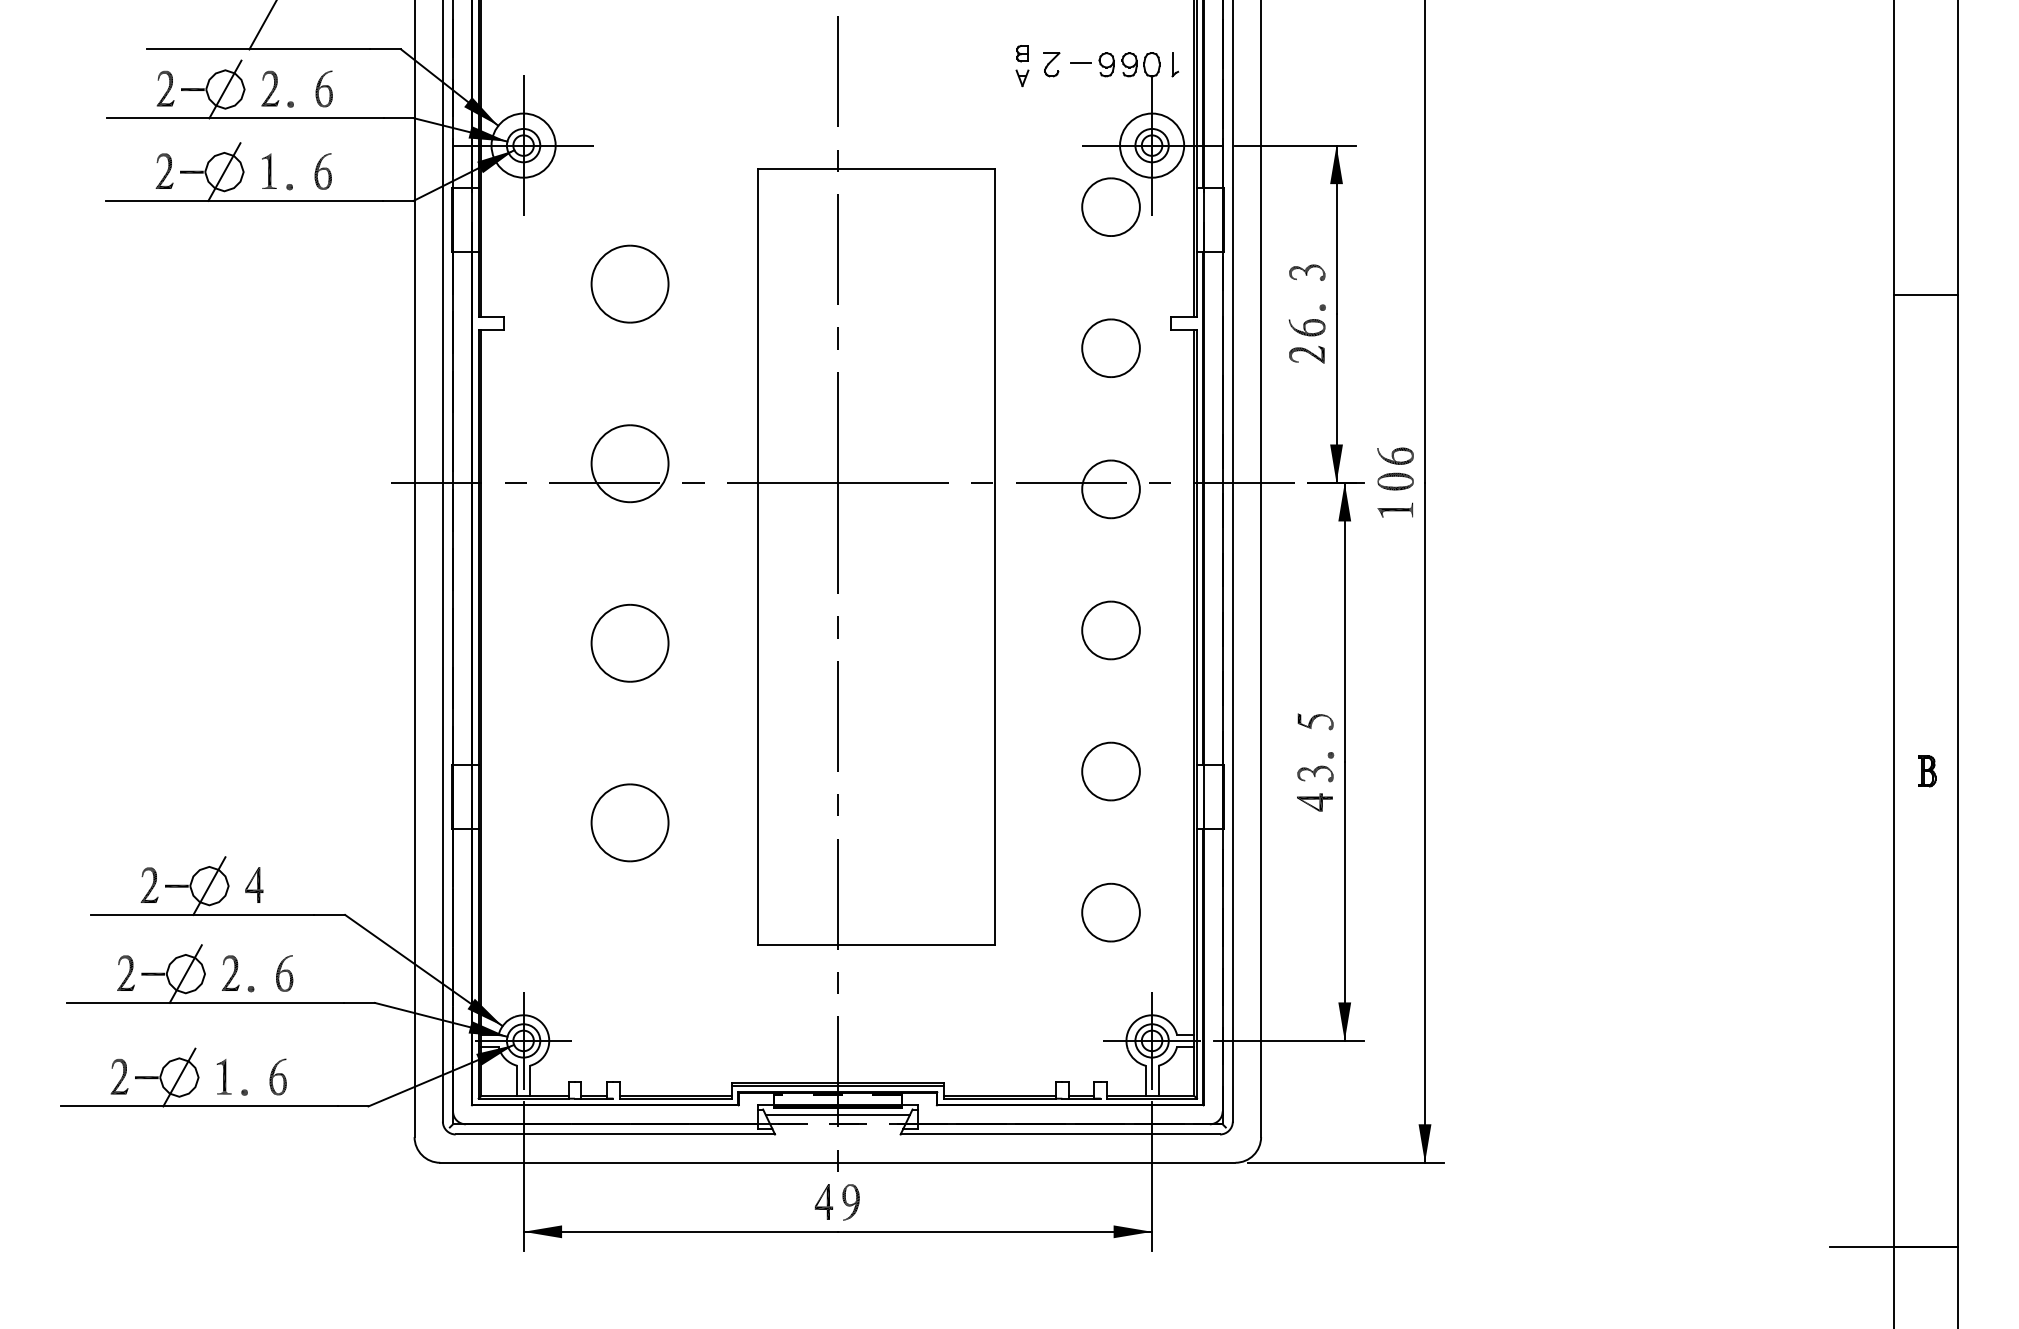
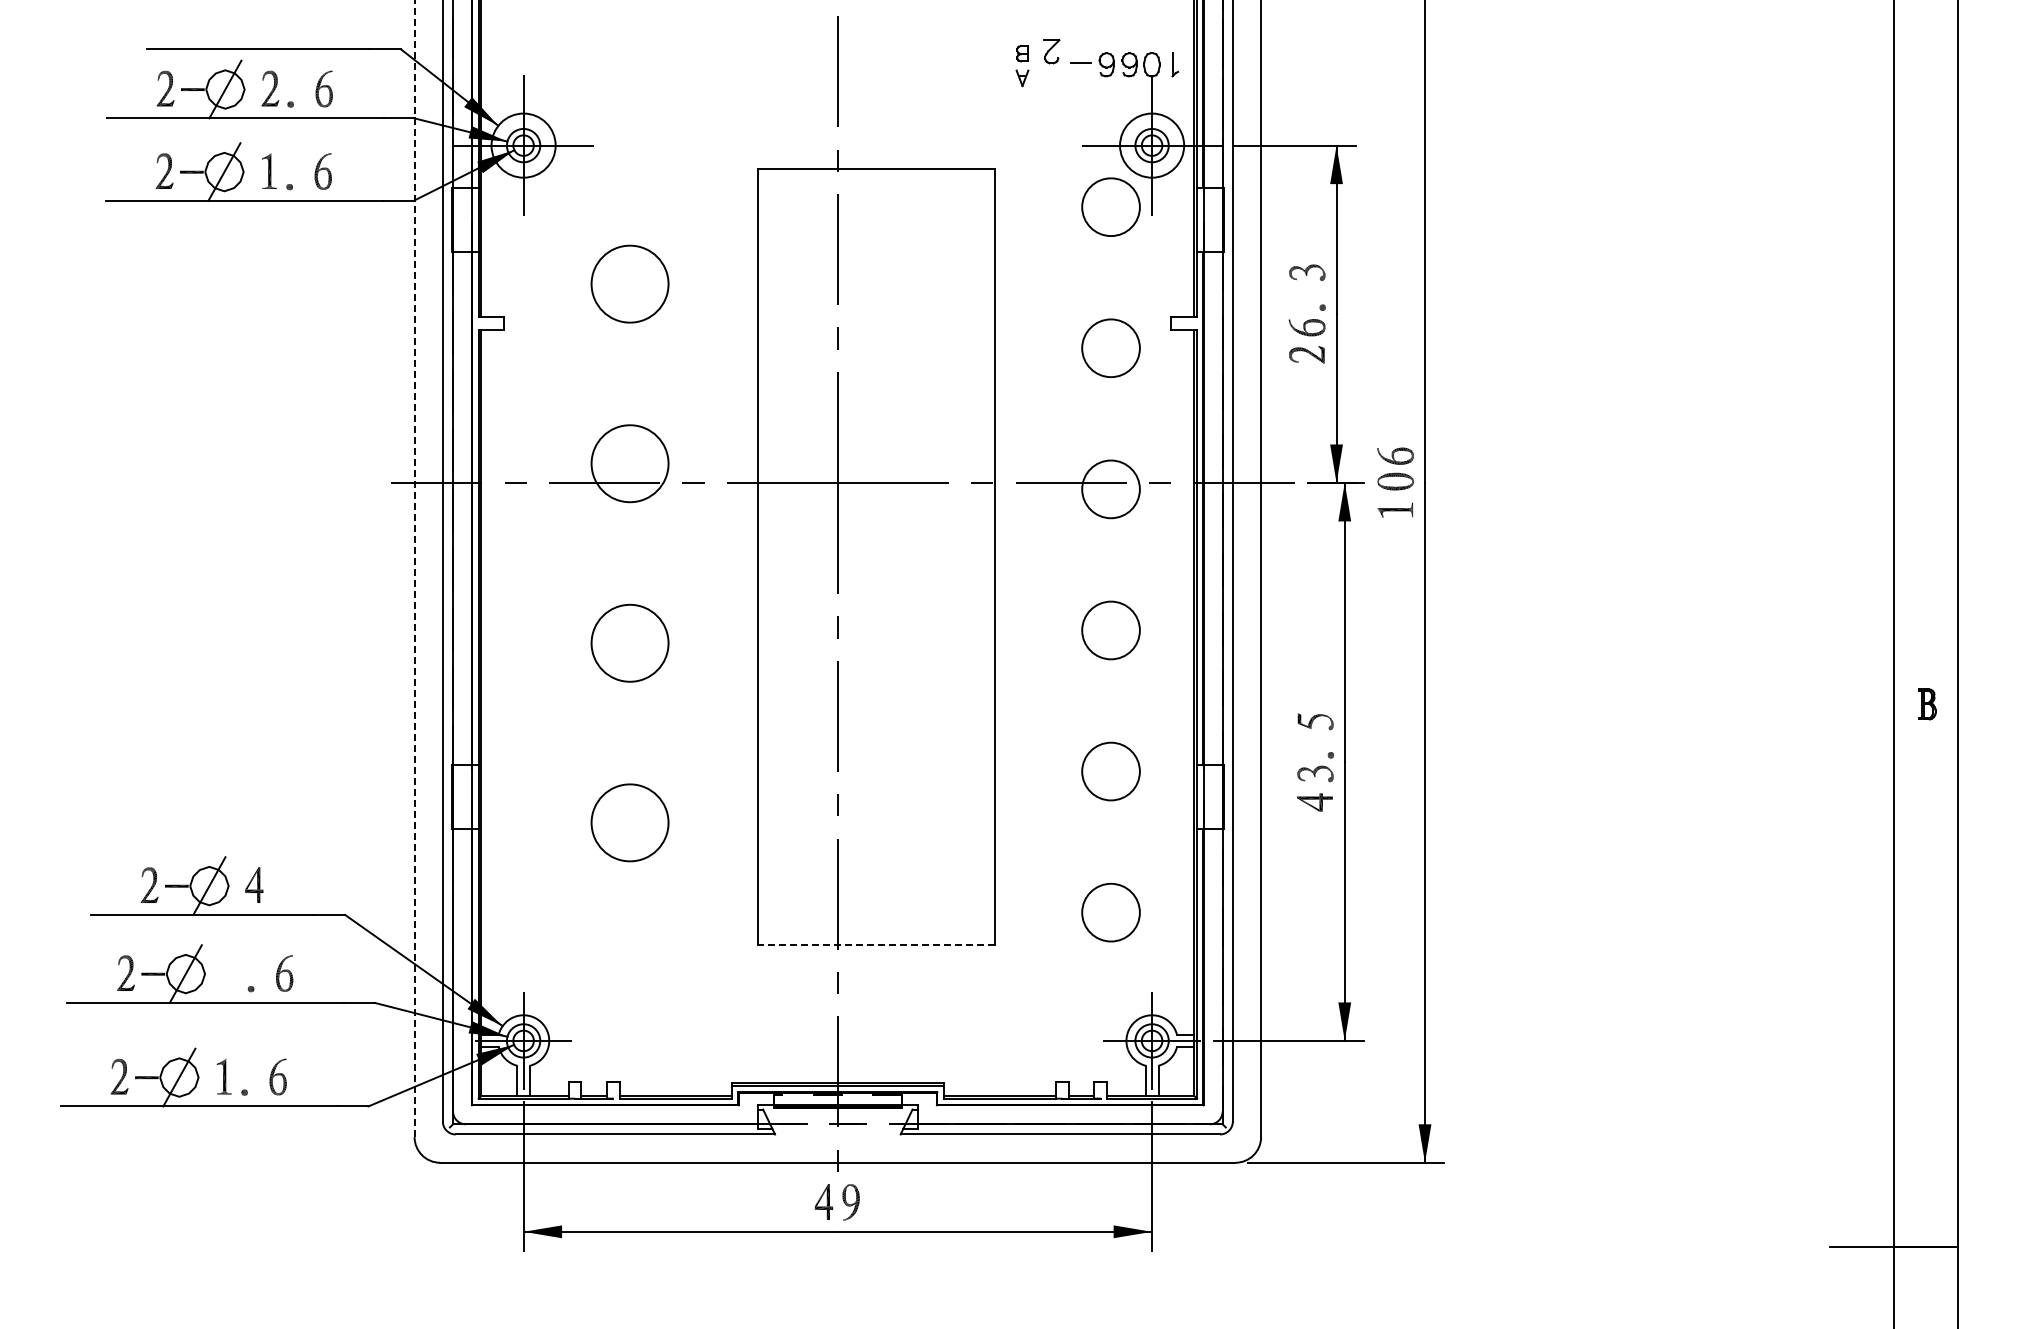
line at (262, 25): present -> none
part at (1051, 64) position: (1051, 64) -> (1051, 51)
line at (1926, 294): present -> none
line at (414, 568): solid -> dashed
part at (1927, 771) position: (1927, 771) -> (1927, 704)
line at (876, 944): solid -> dashed
part at (230, 972): present -> none
line at (837, 1115): present -> none
